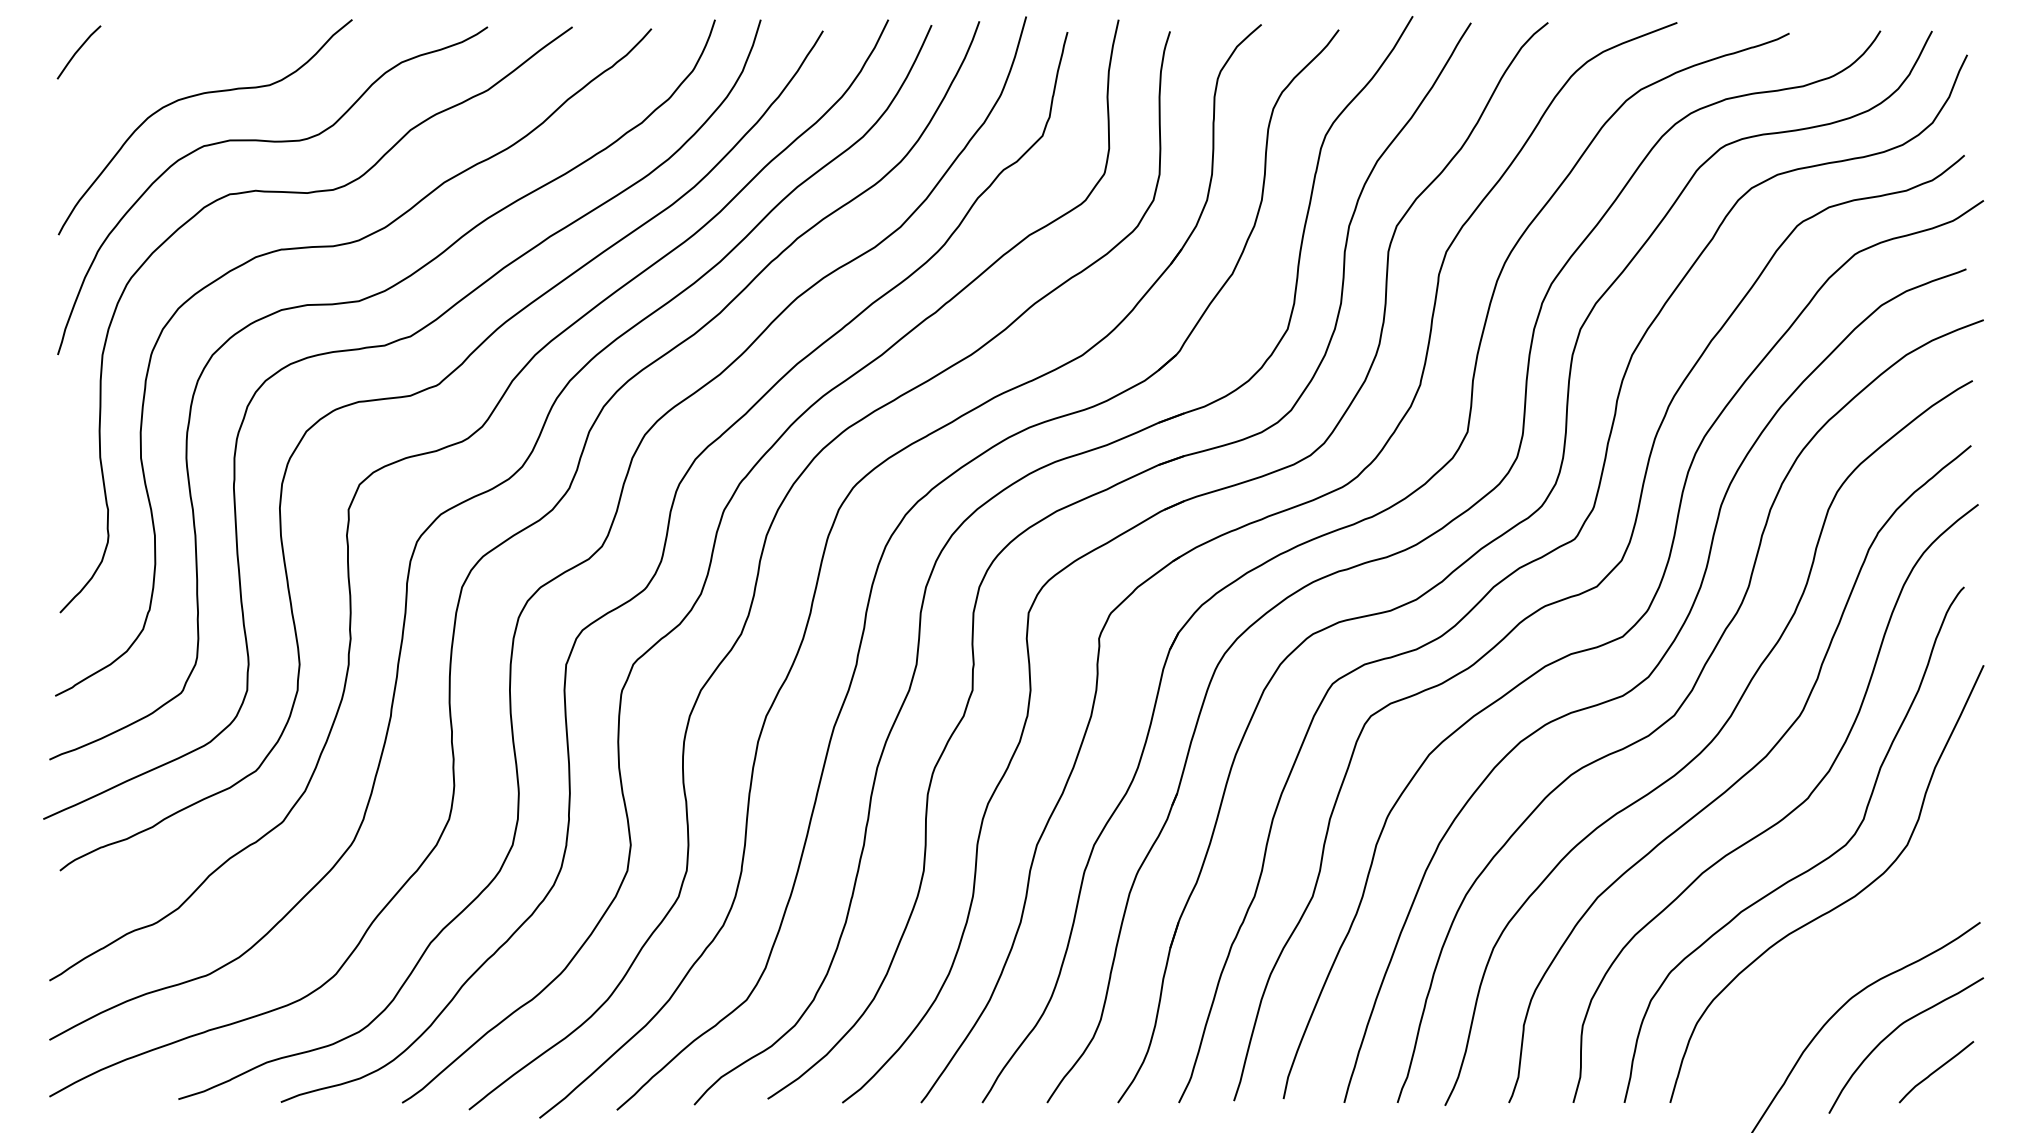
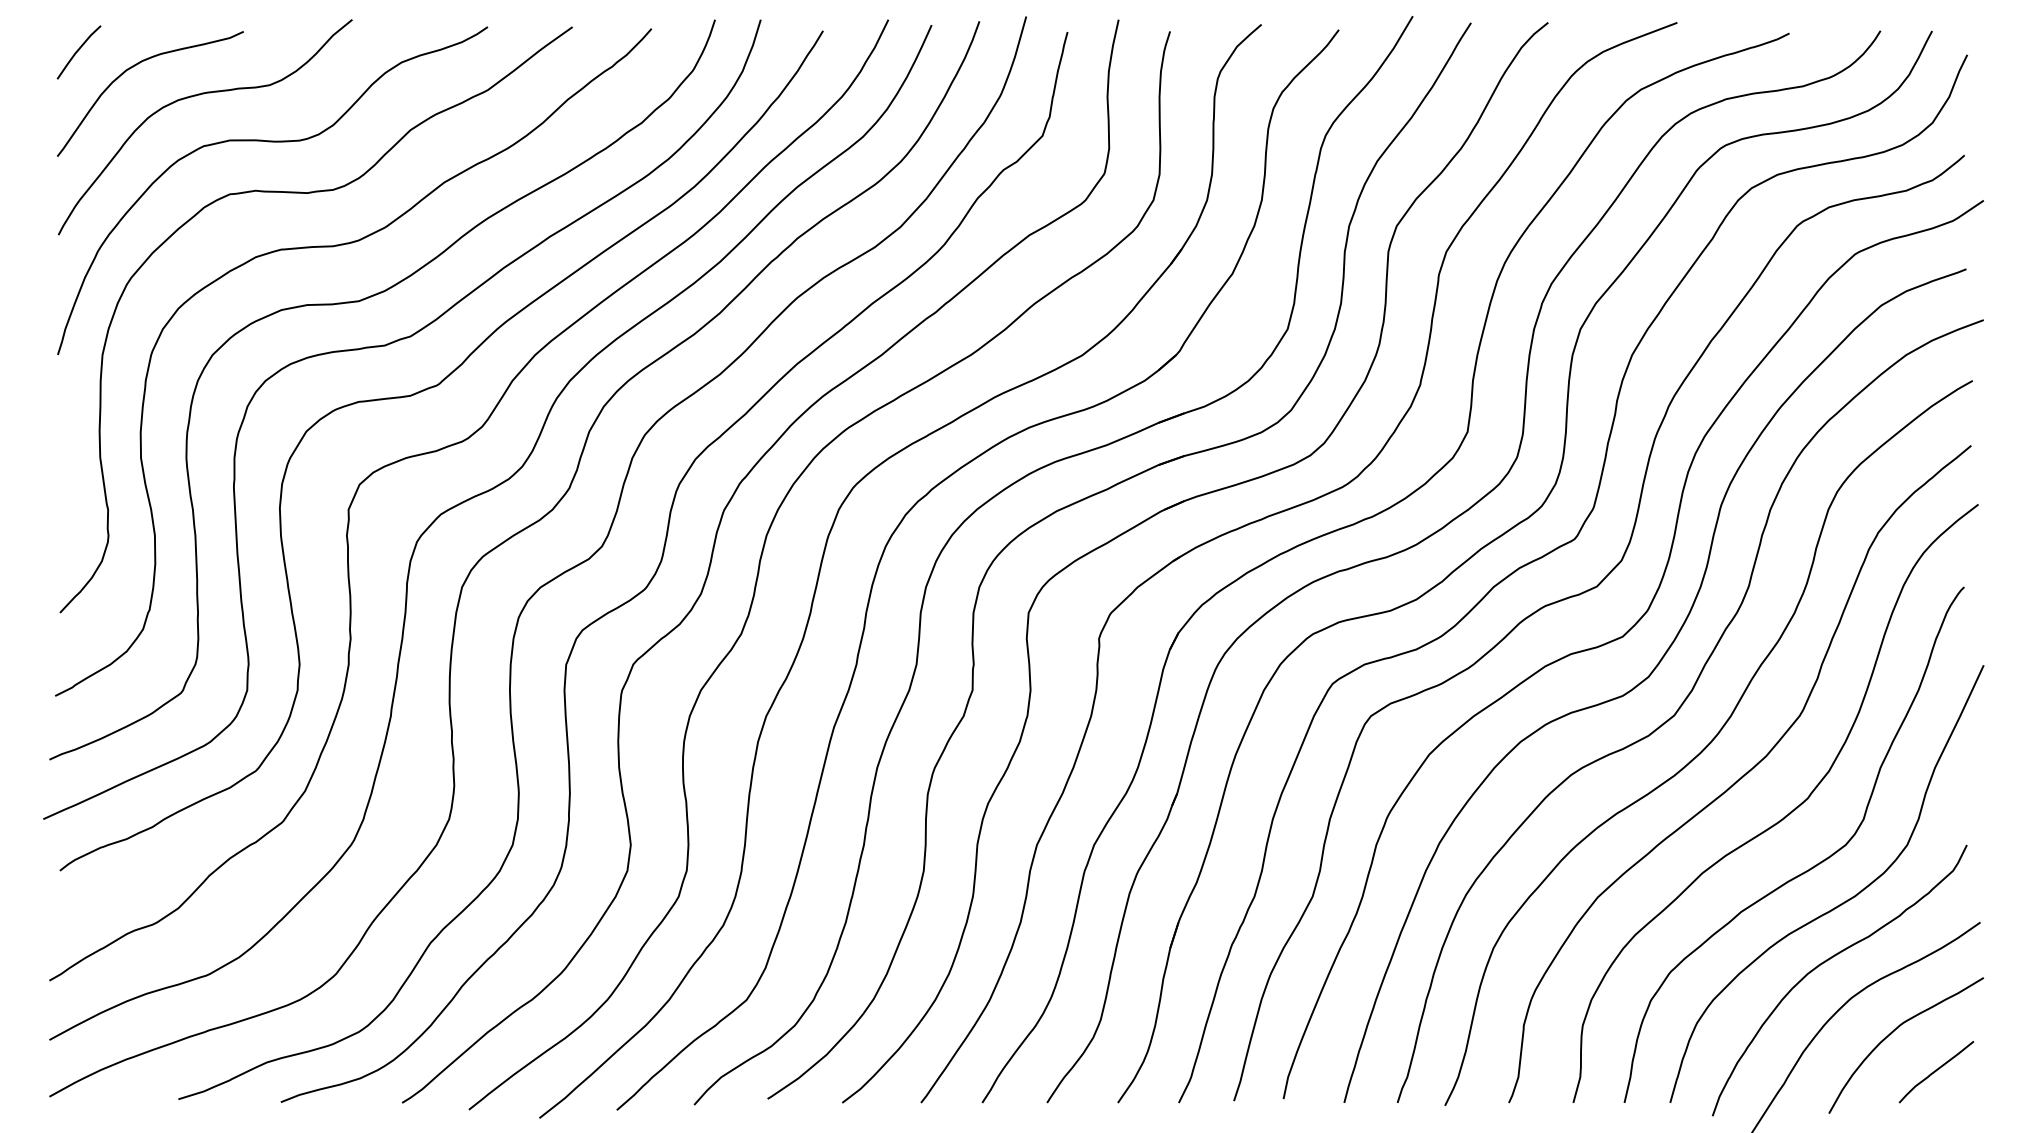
curve at (135, 66): none -> present
curve at (1827, 961): none -> present
